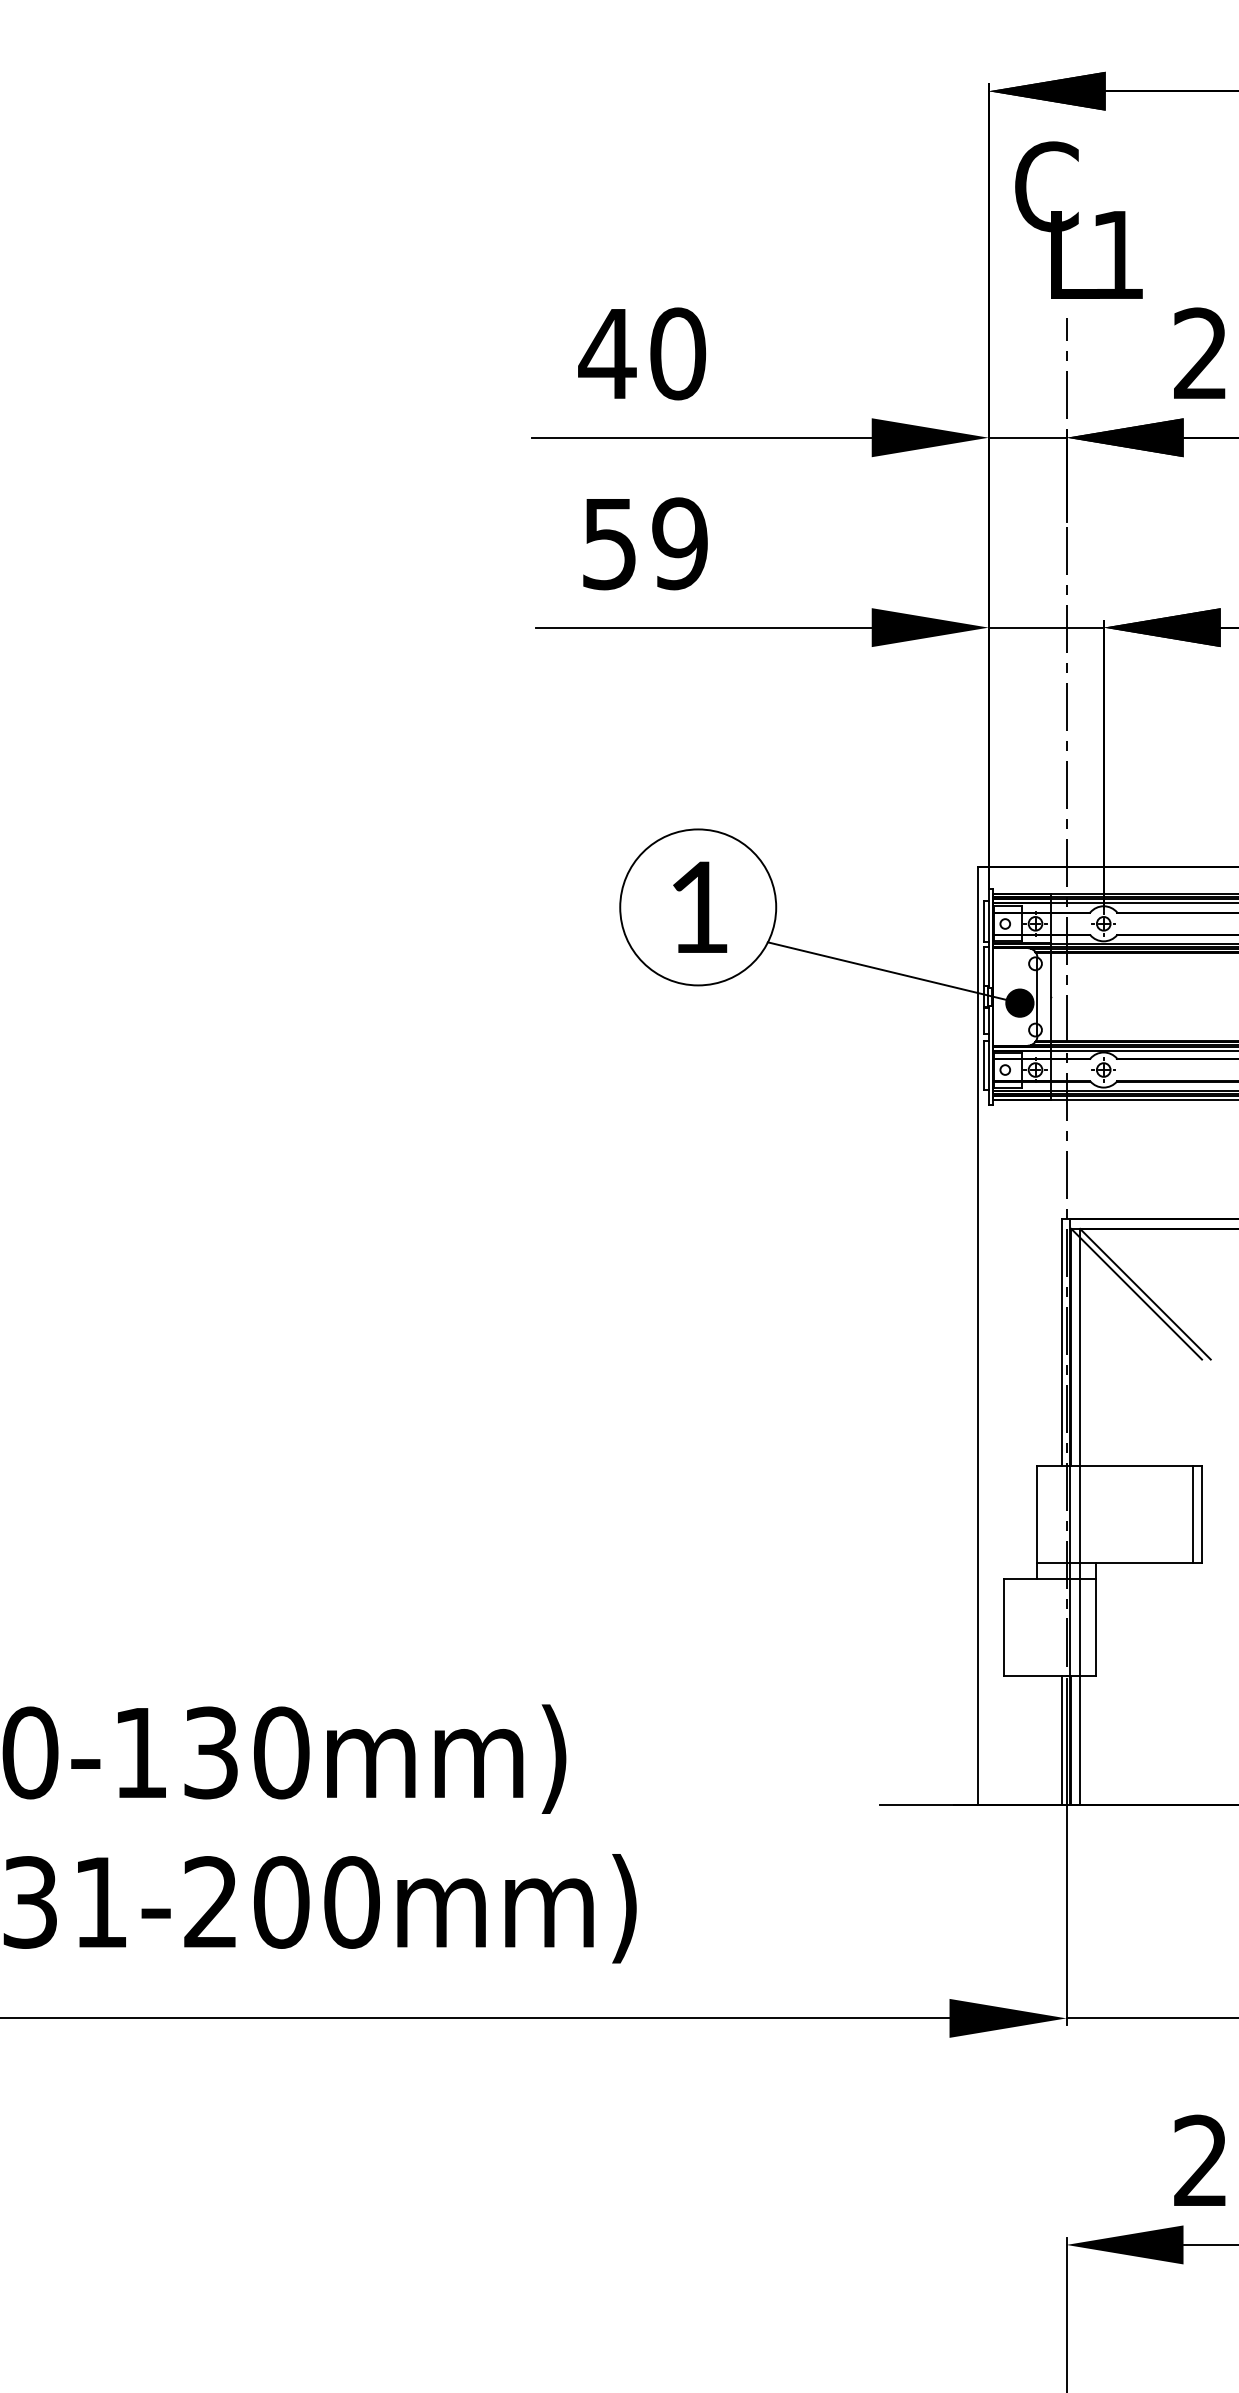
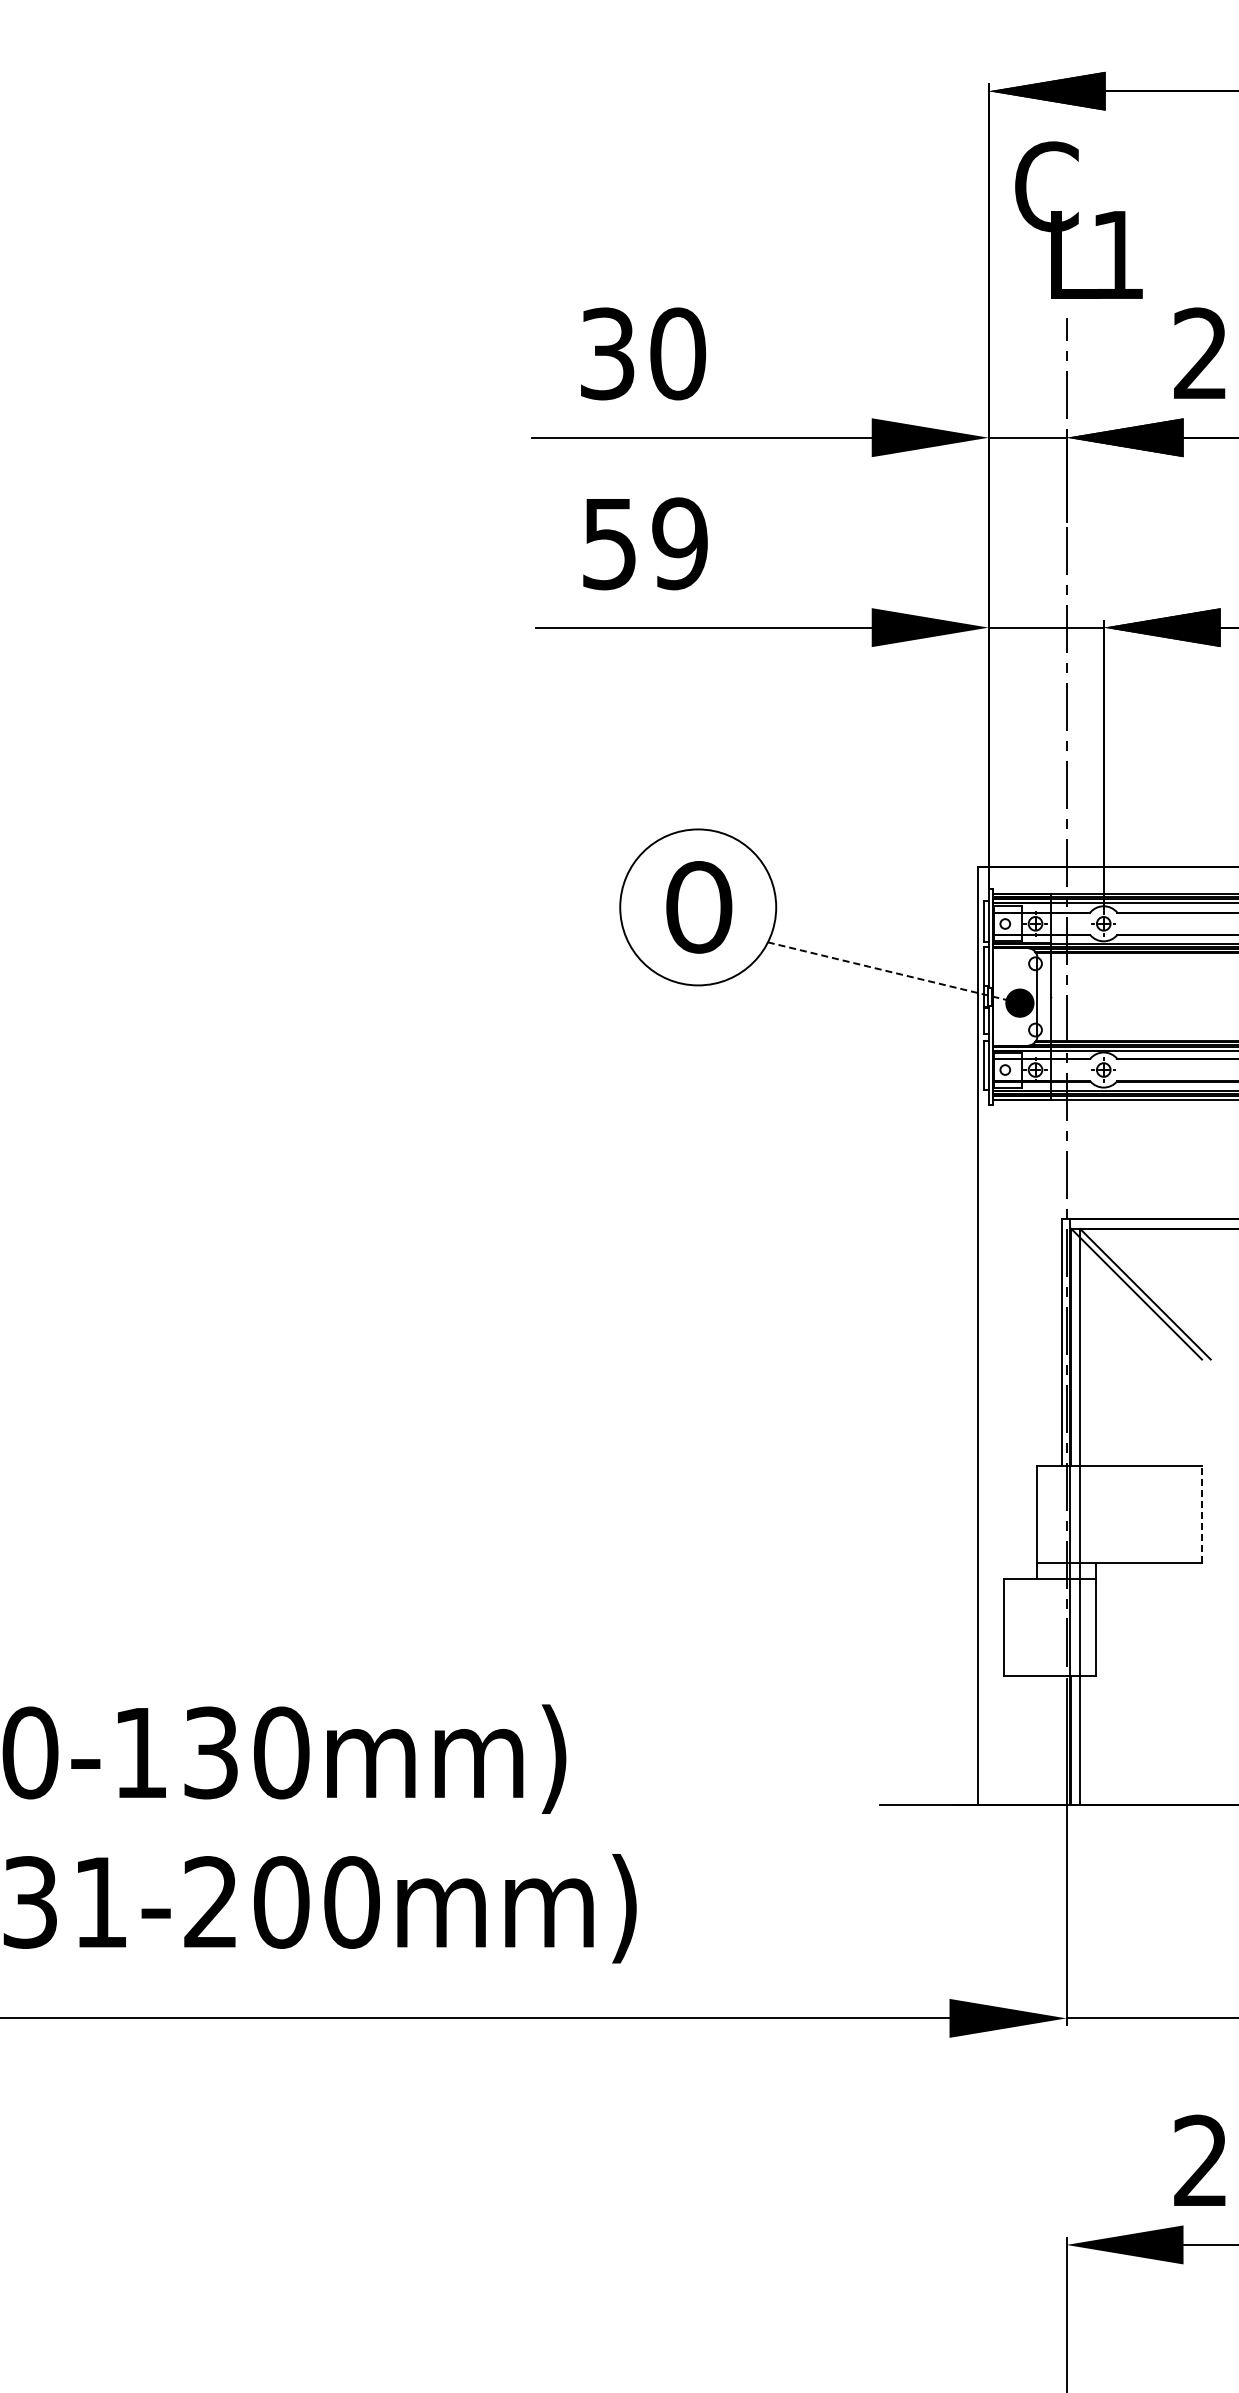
text at (607, 353): 40 -> 30
text at (699, 907): 1 -> 0
line at (893, 972): solid -> dashed
line at (1192, 1514): present -> none
line at (1202, 1514): solid -> dashed
line at (1061, 1740): present -> none
